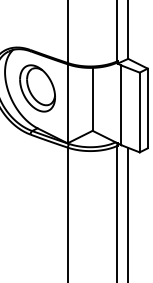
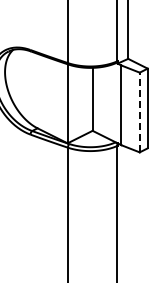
part at (37, 88): present -> none
line at (139, 112): solid -> dashed
line at (128, 213): present -> none
